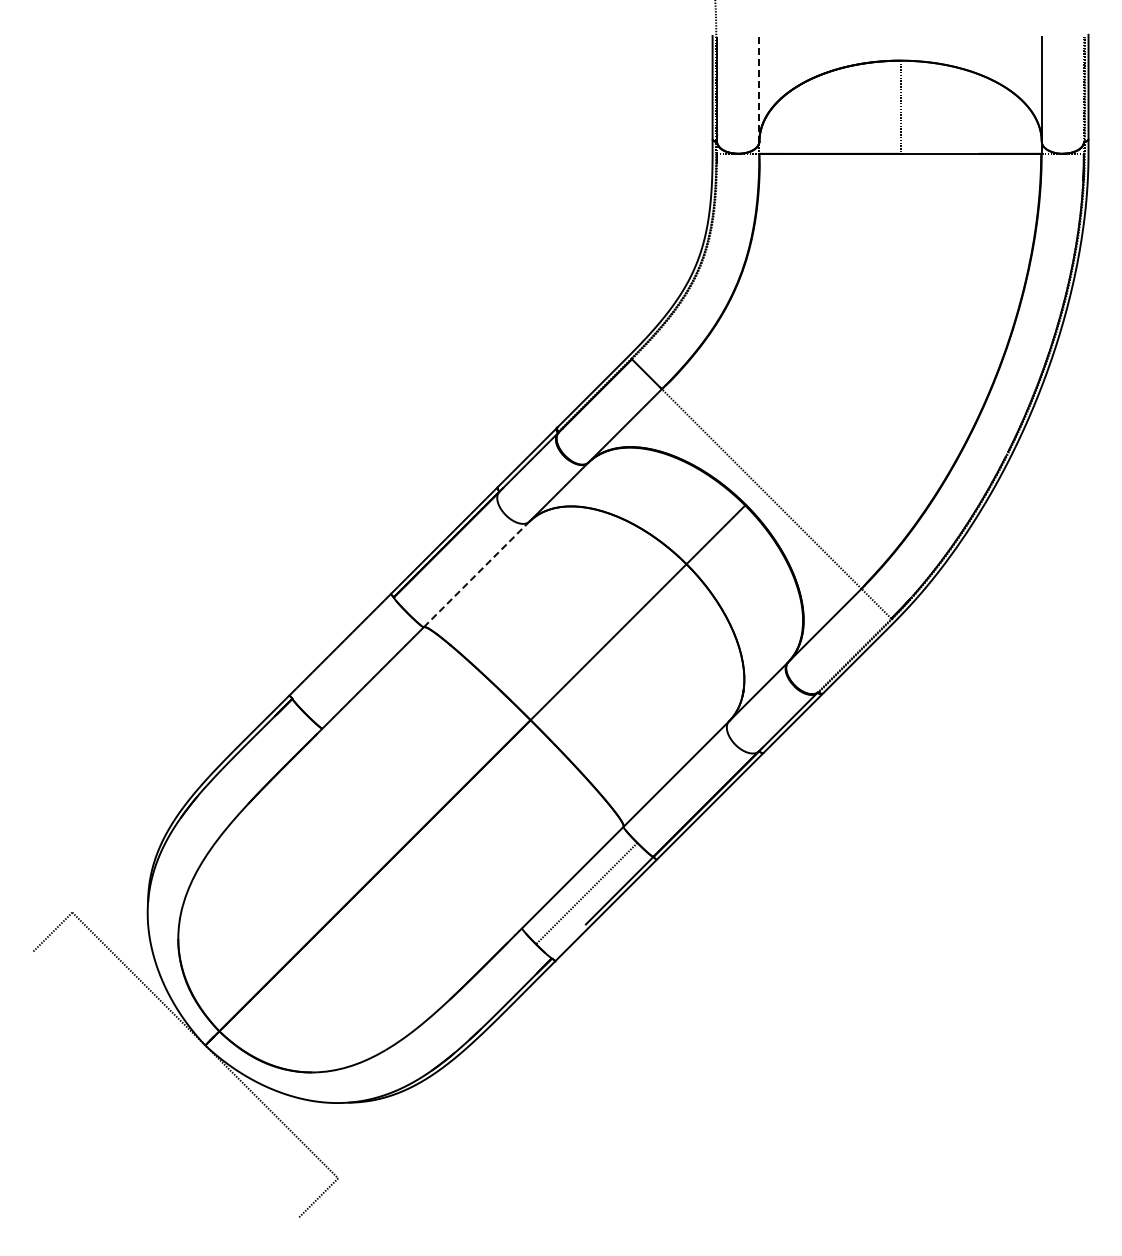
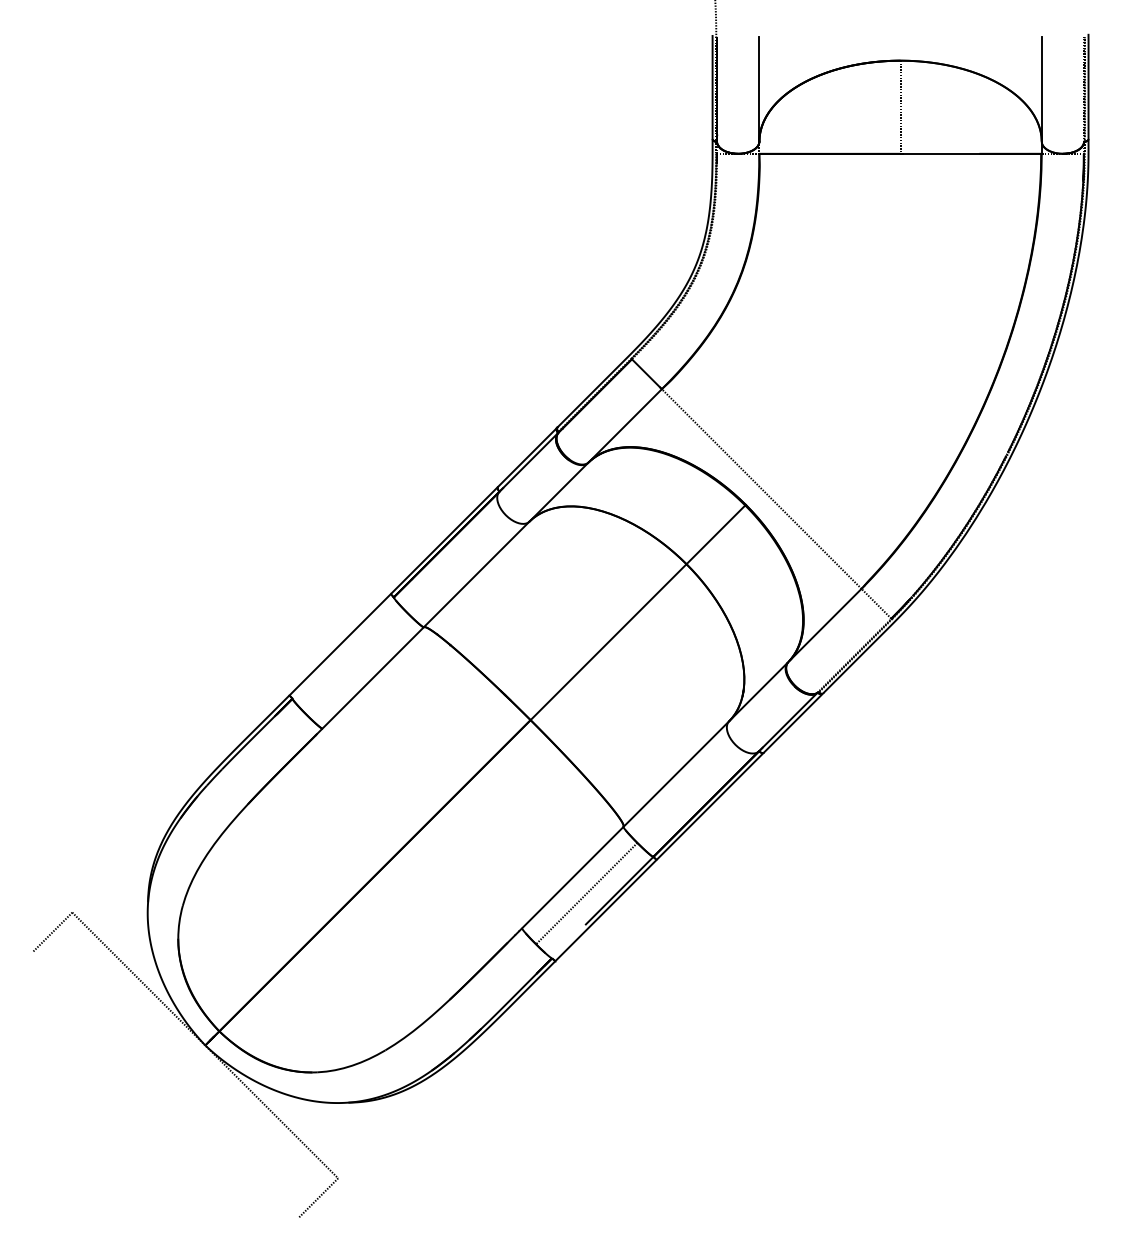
line at (759, 90): dashed -> solid
line at (476, 574): dashed -> solid
